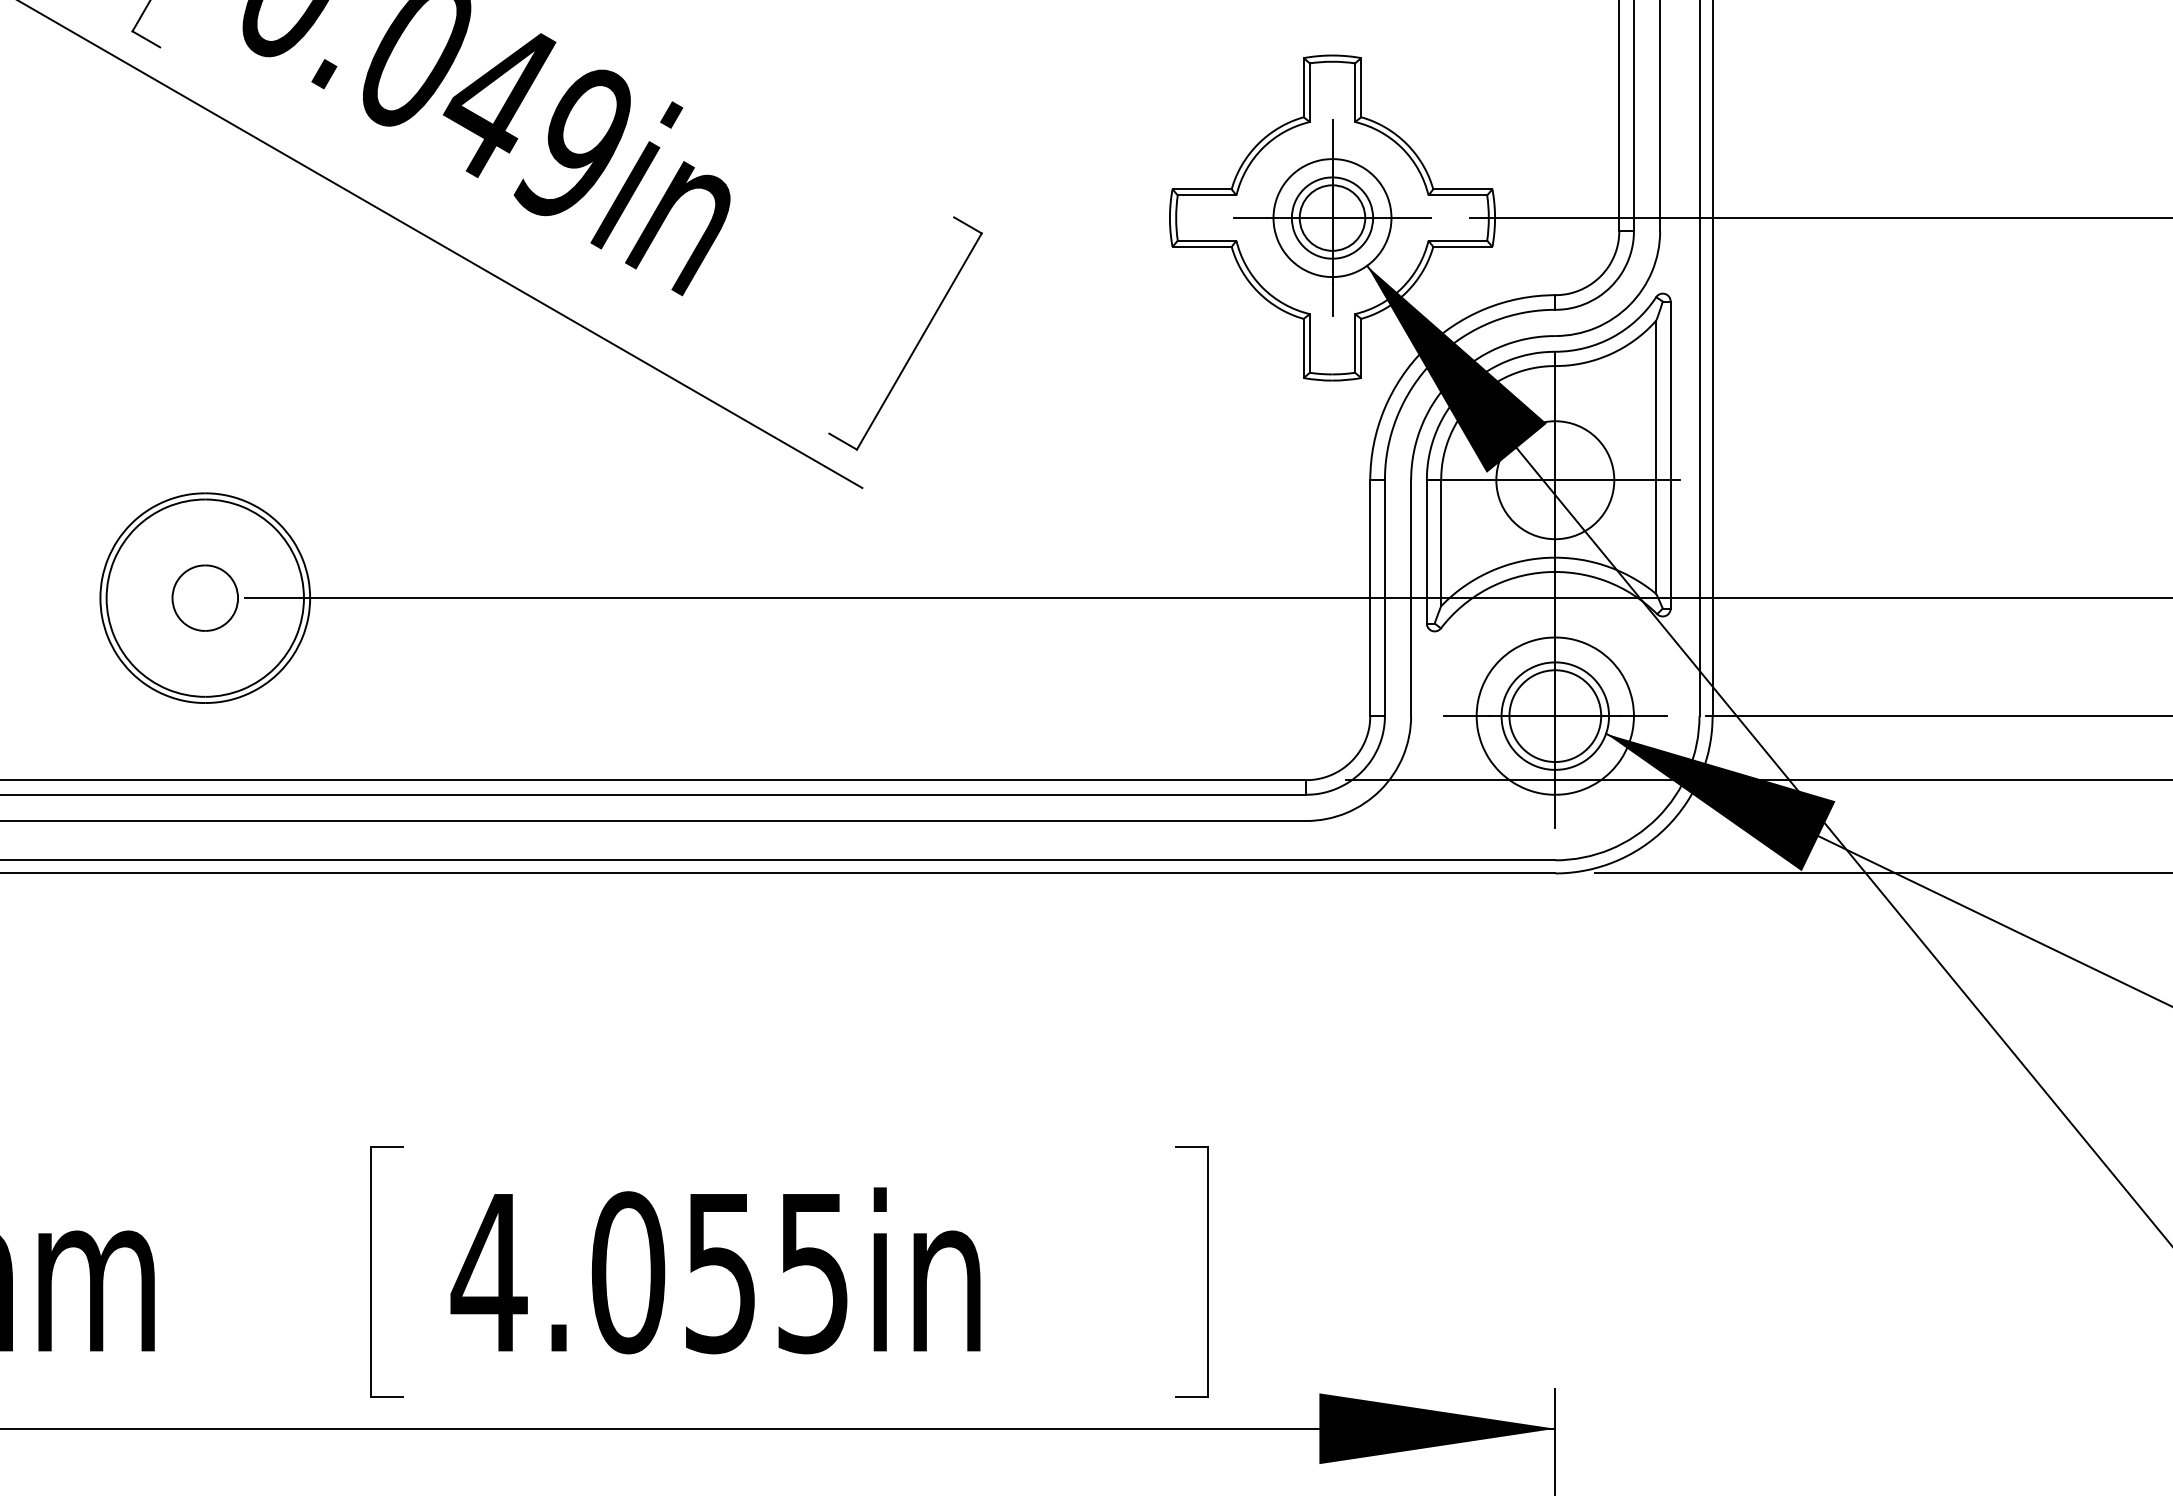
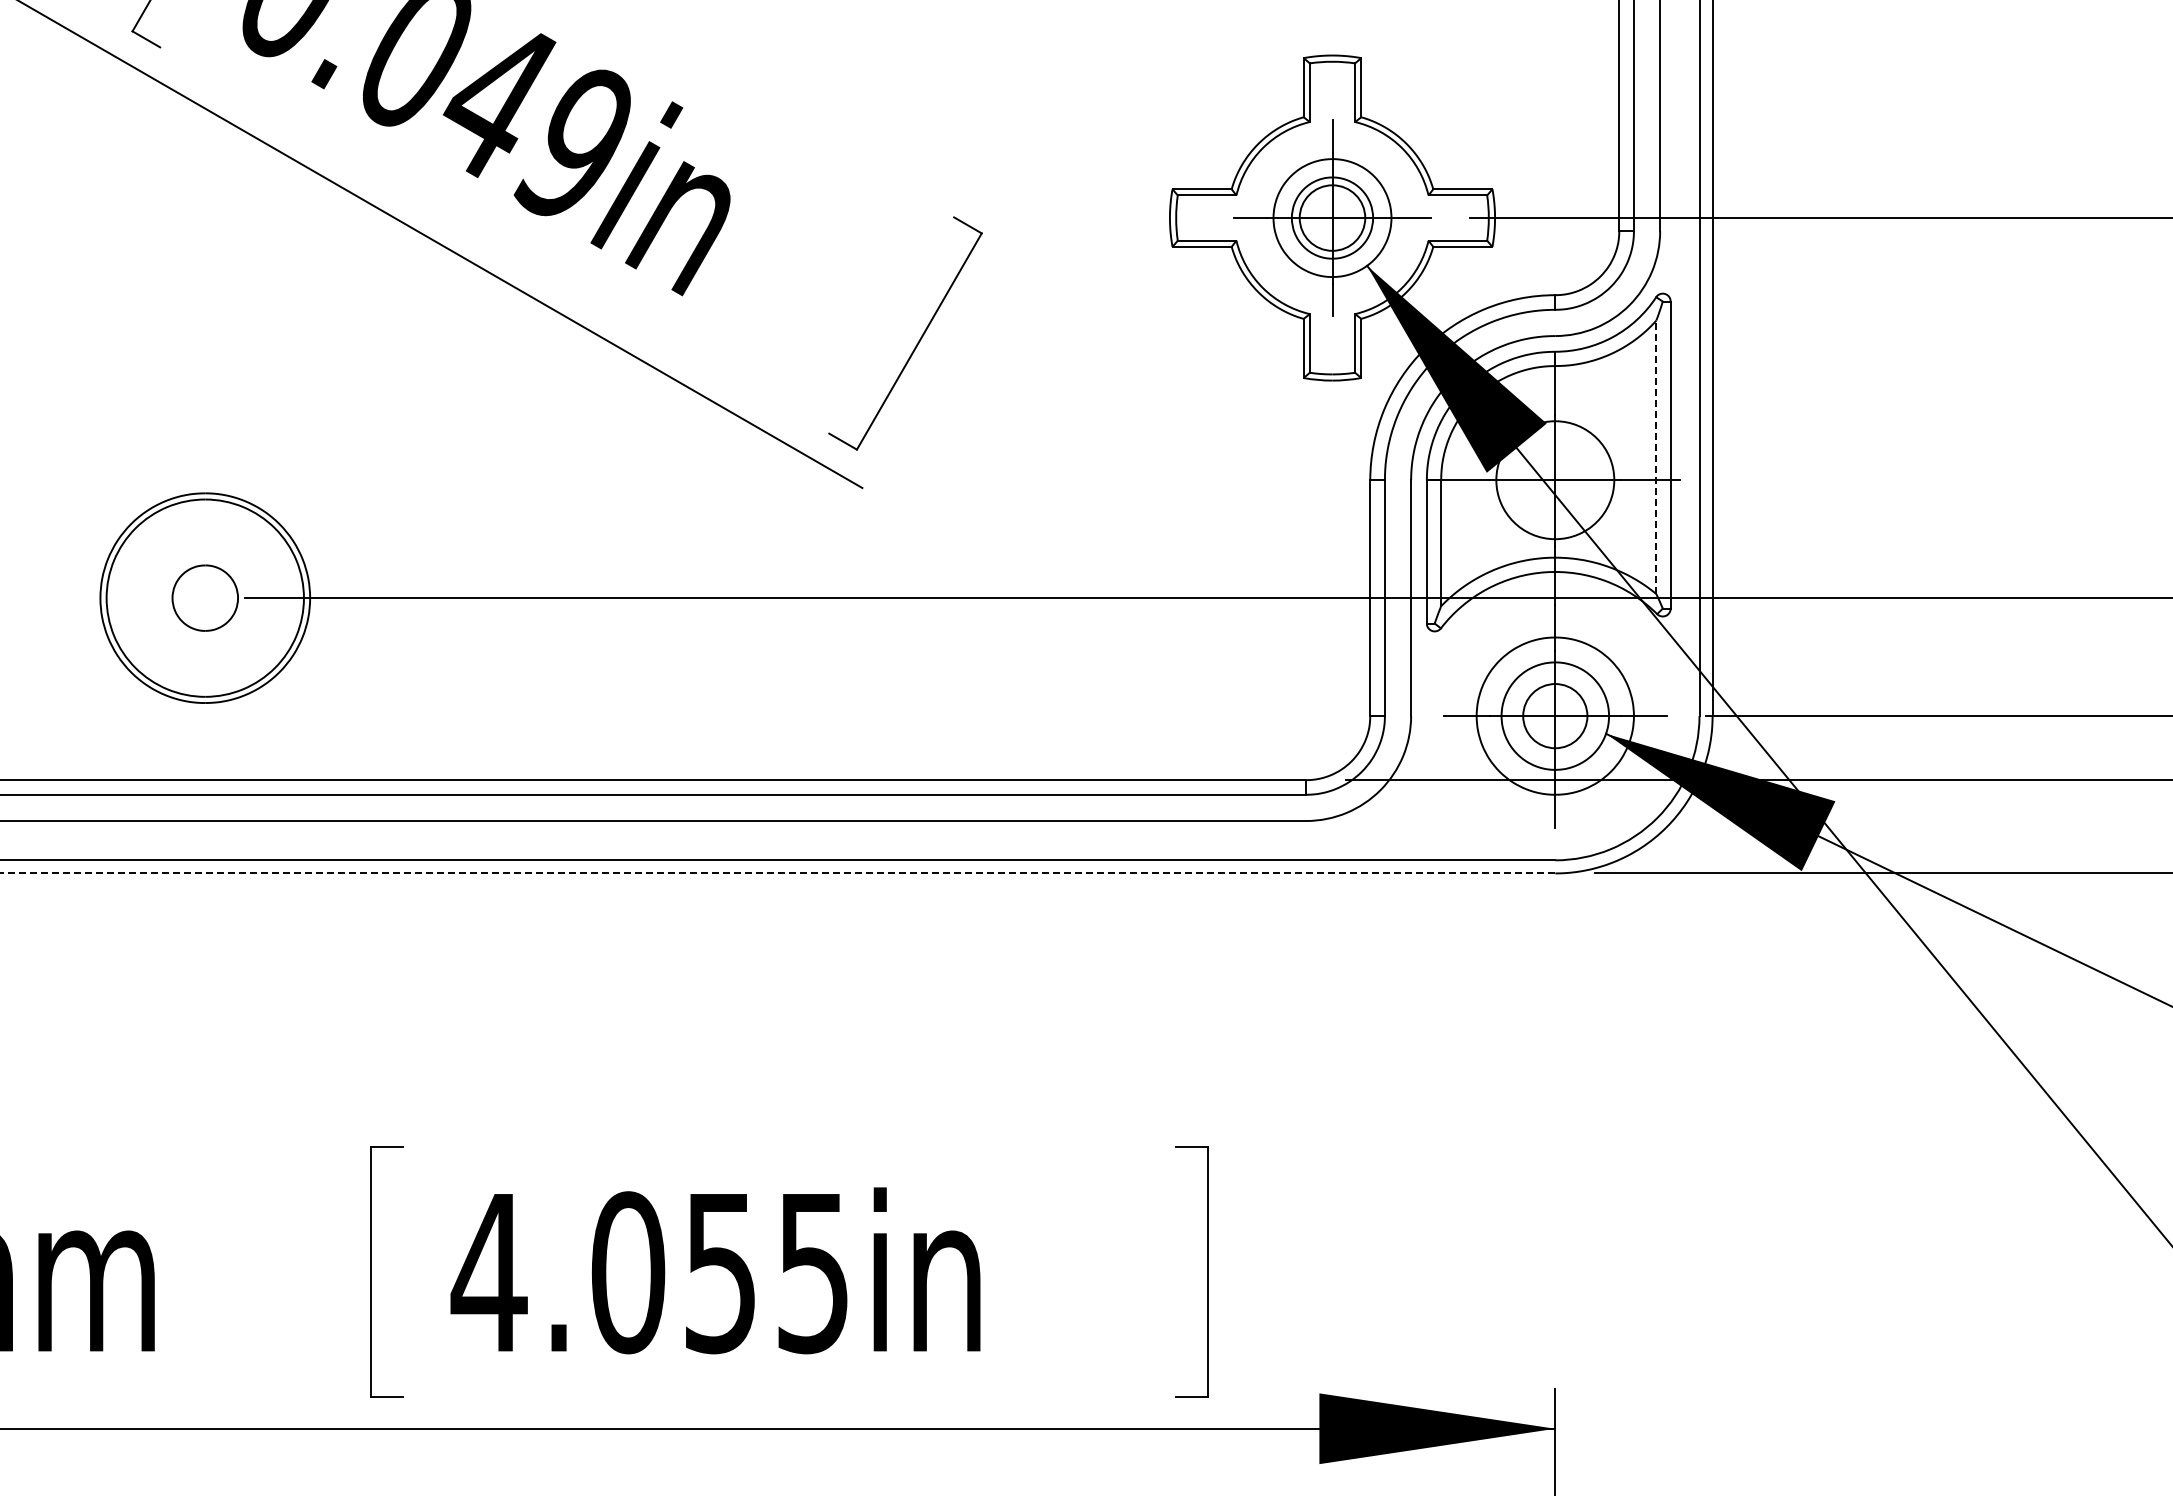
line at (1656, 457): solid -> dashed
circle at (1555, 716) diameter: 92 px -> 64 px
line at (777, 873): solid -> dashed
